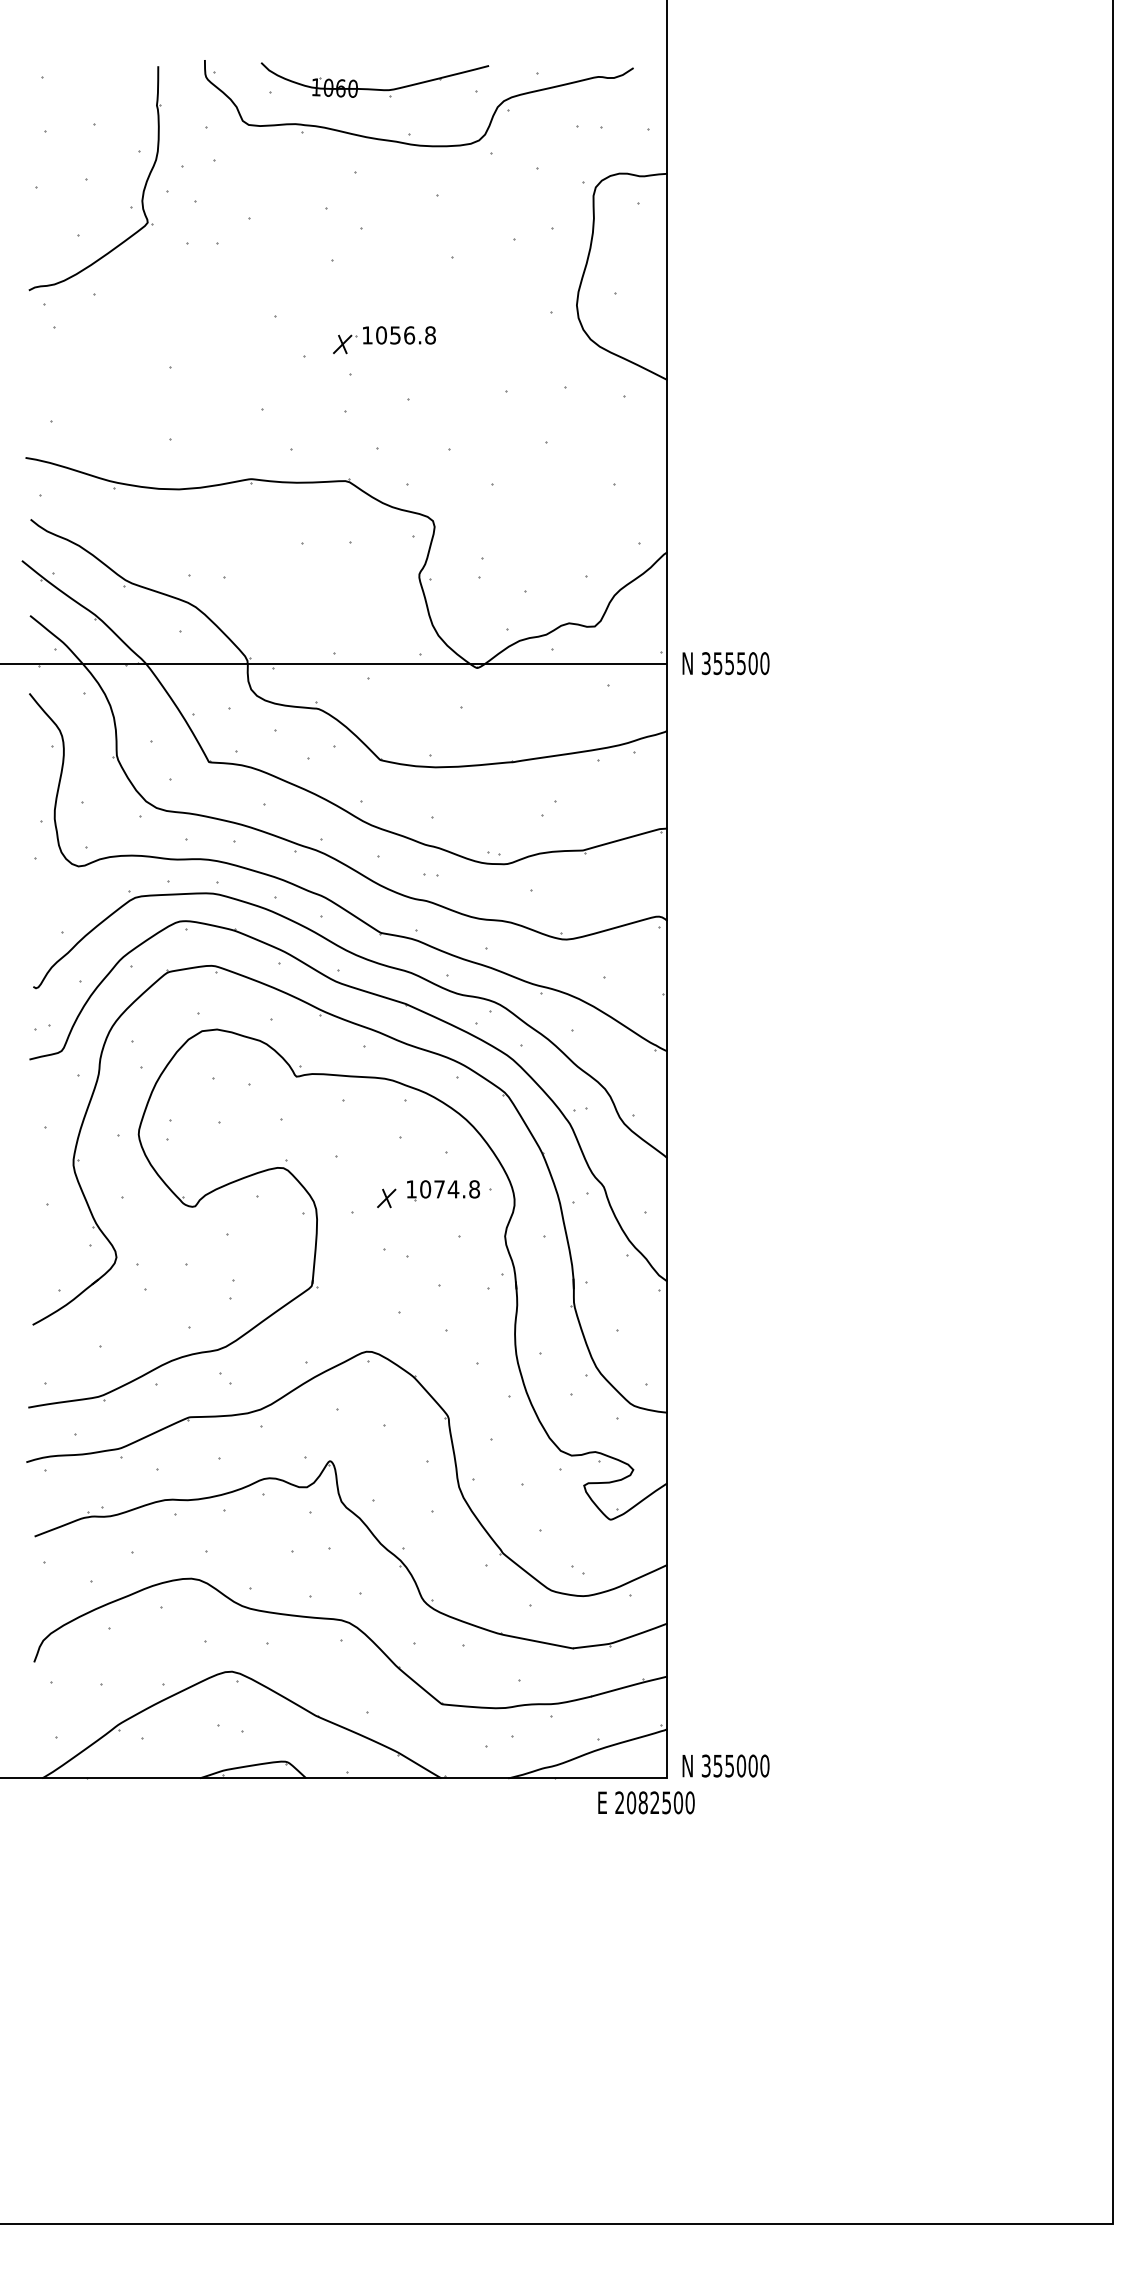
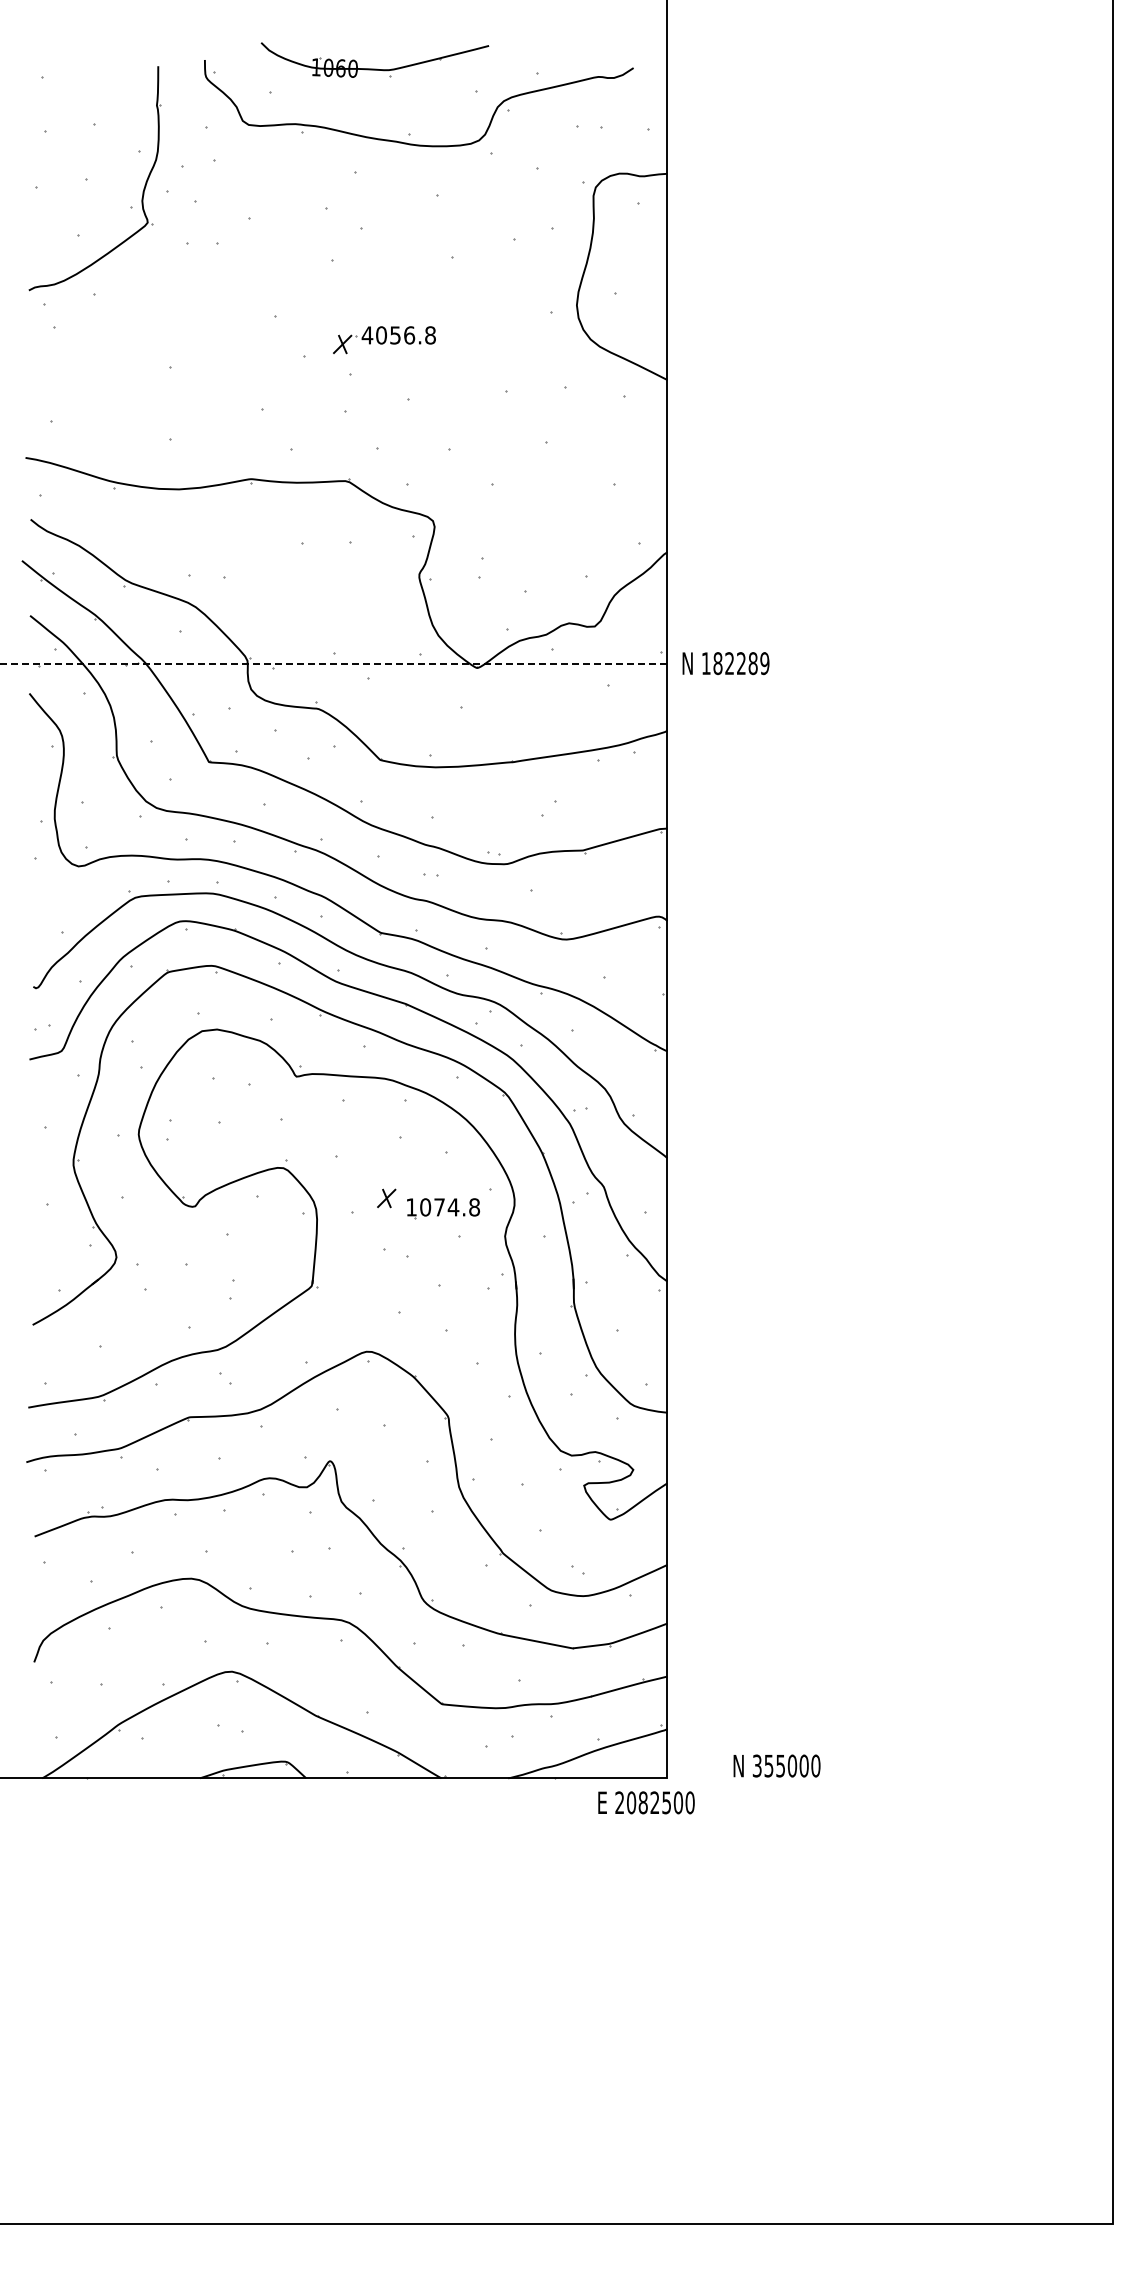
part at (374, 88) position: (374, 88) -> (374, 68)
text at (367, 335): 1056.8 -> 4056.8
line at (334, 663): solid -> dashed
text at (735, 663): 355500 -> 182289
part at (443, 1190) position: (443, 1190) -> (443, 1208)
text at (725, 1765) position: (725, 1765) -> (776, 1765)
